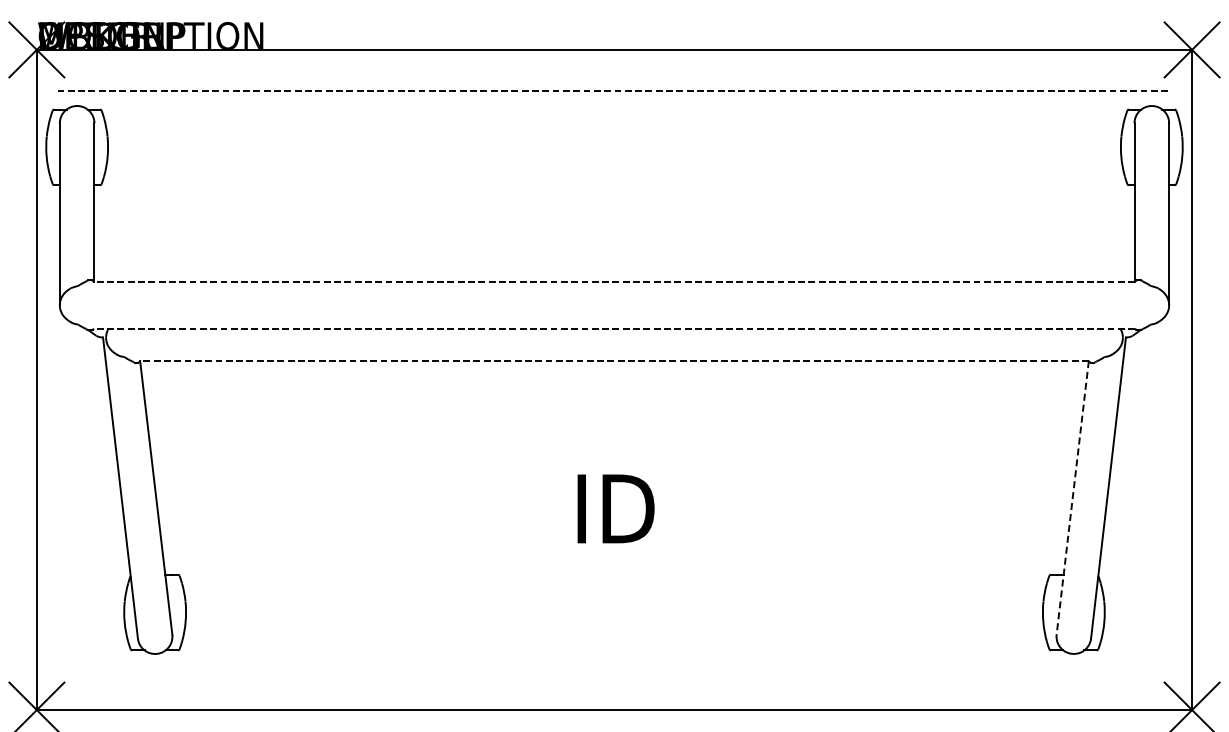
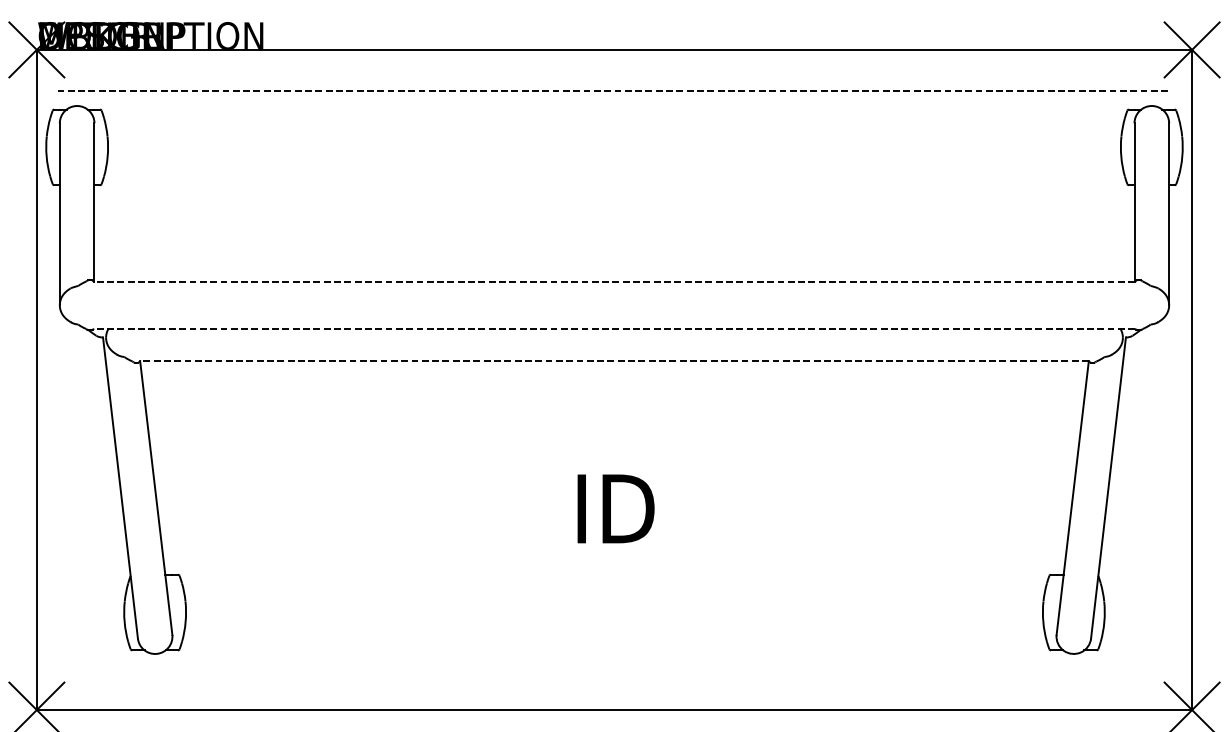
line at (1072, 498): dashed -> solid
